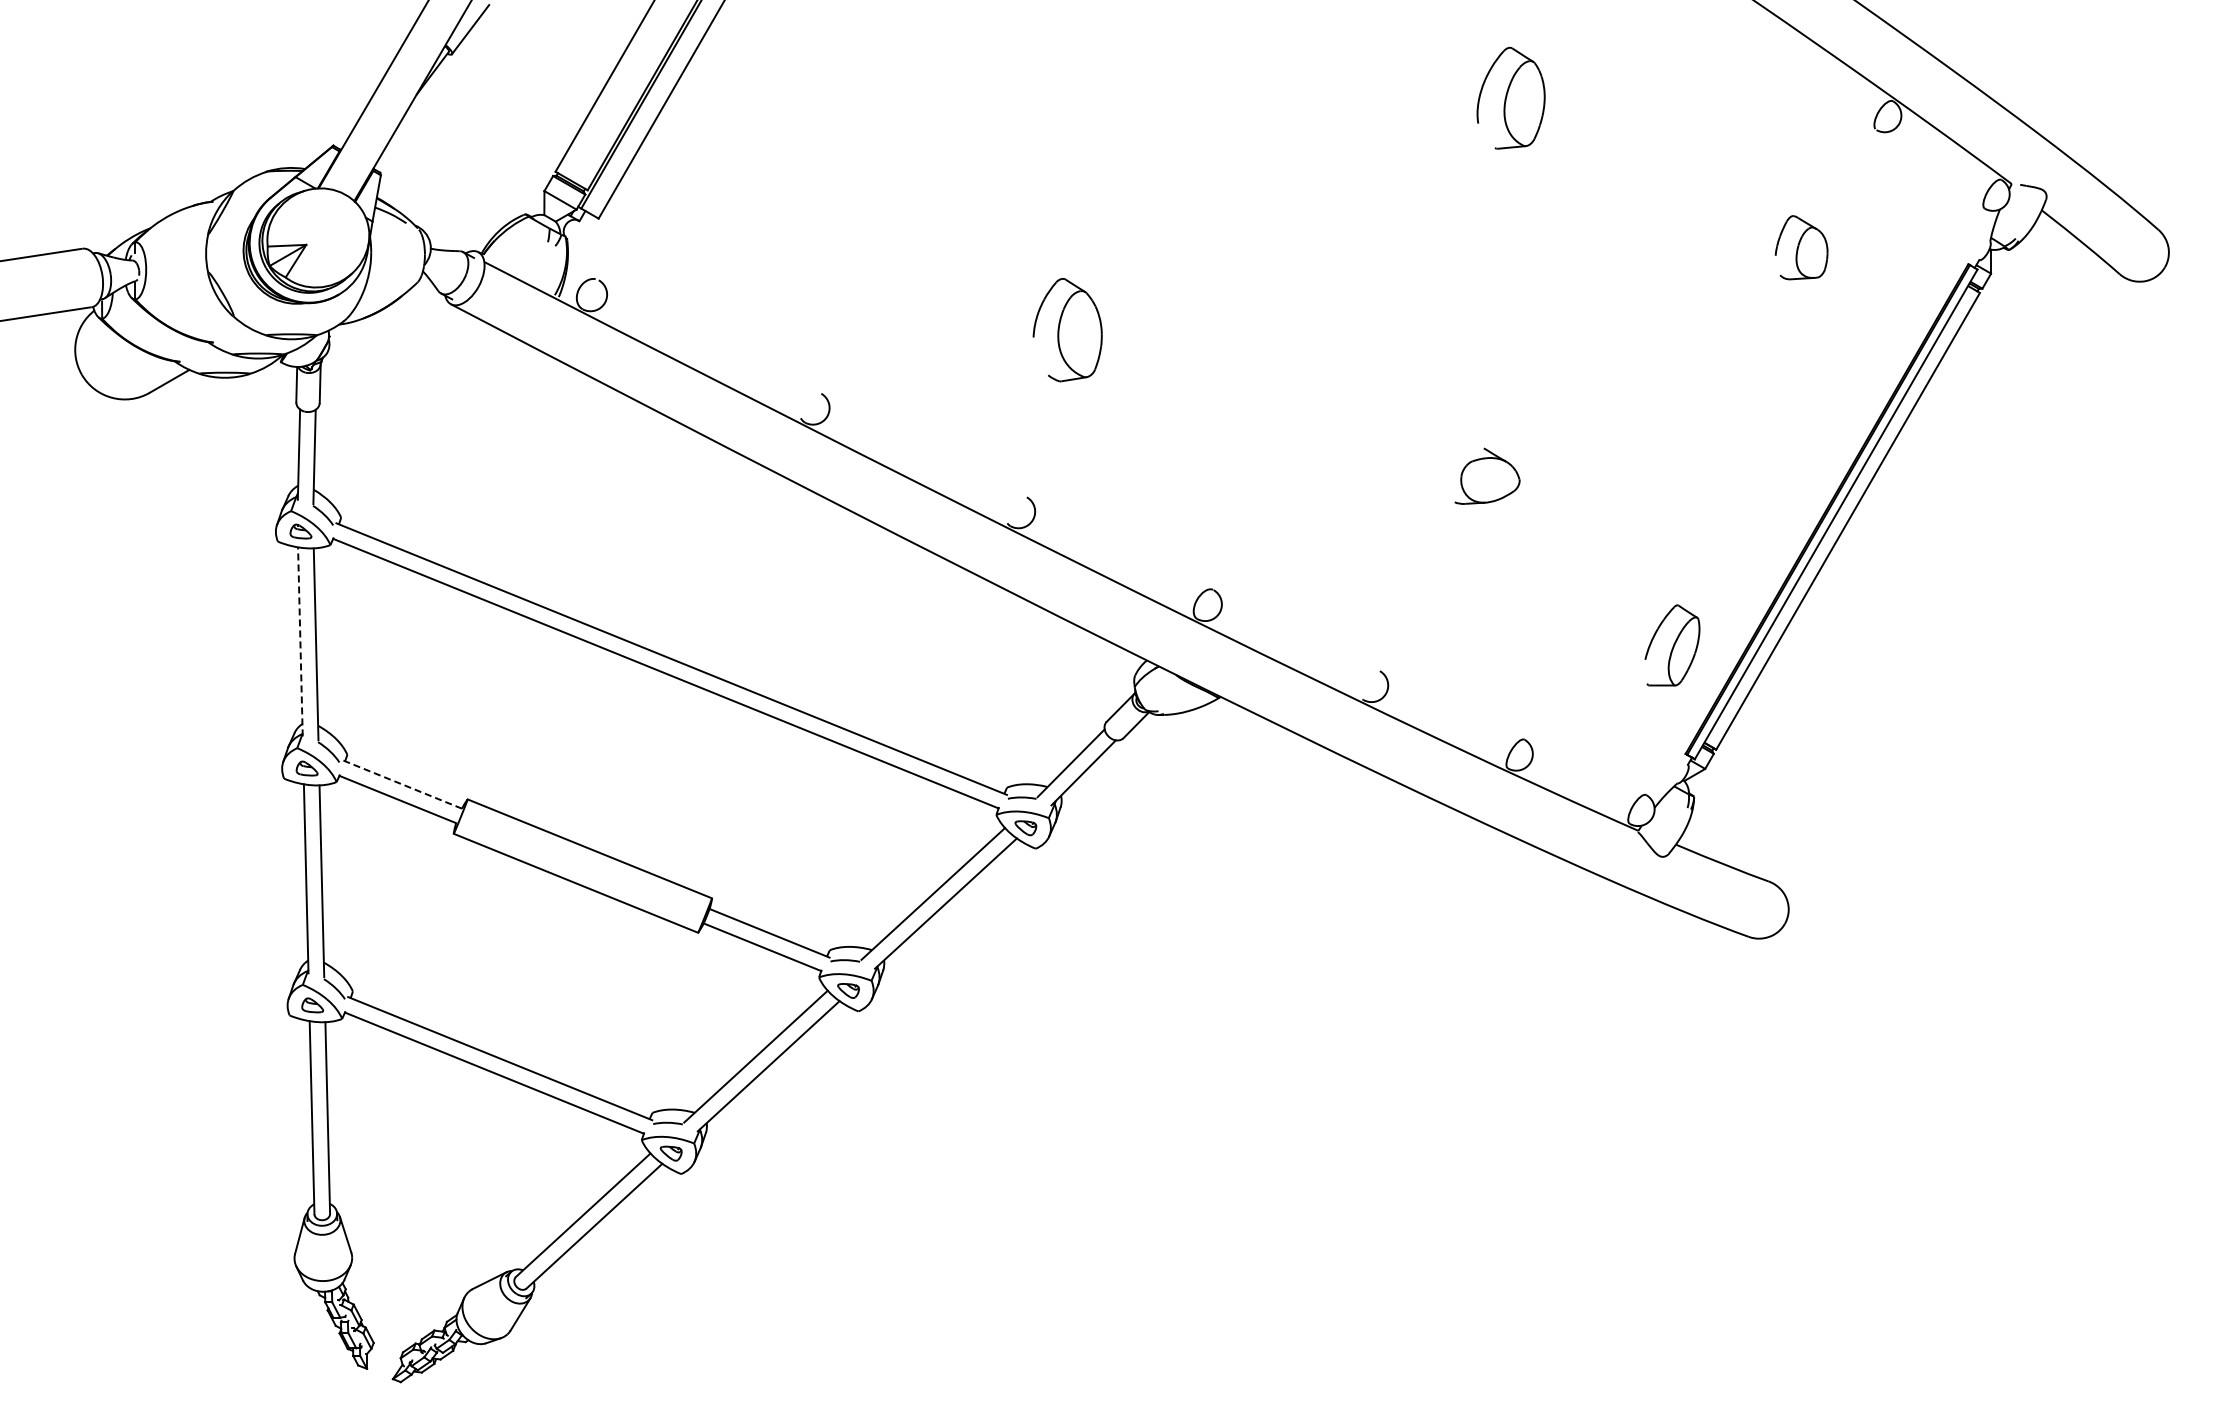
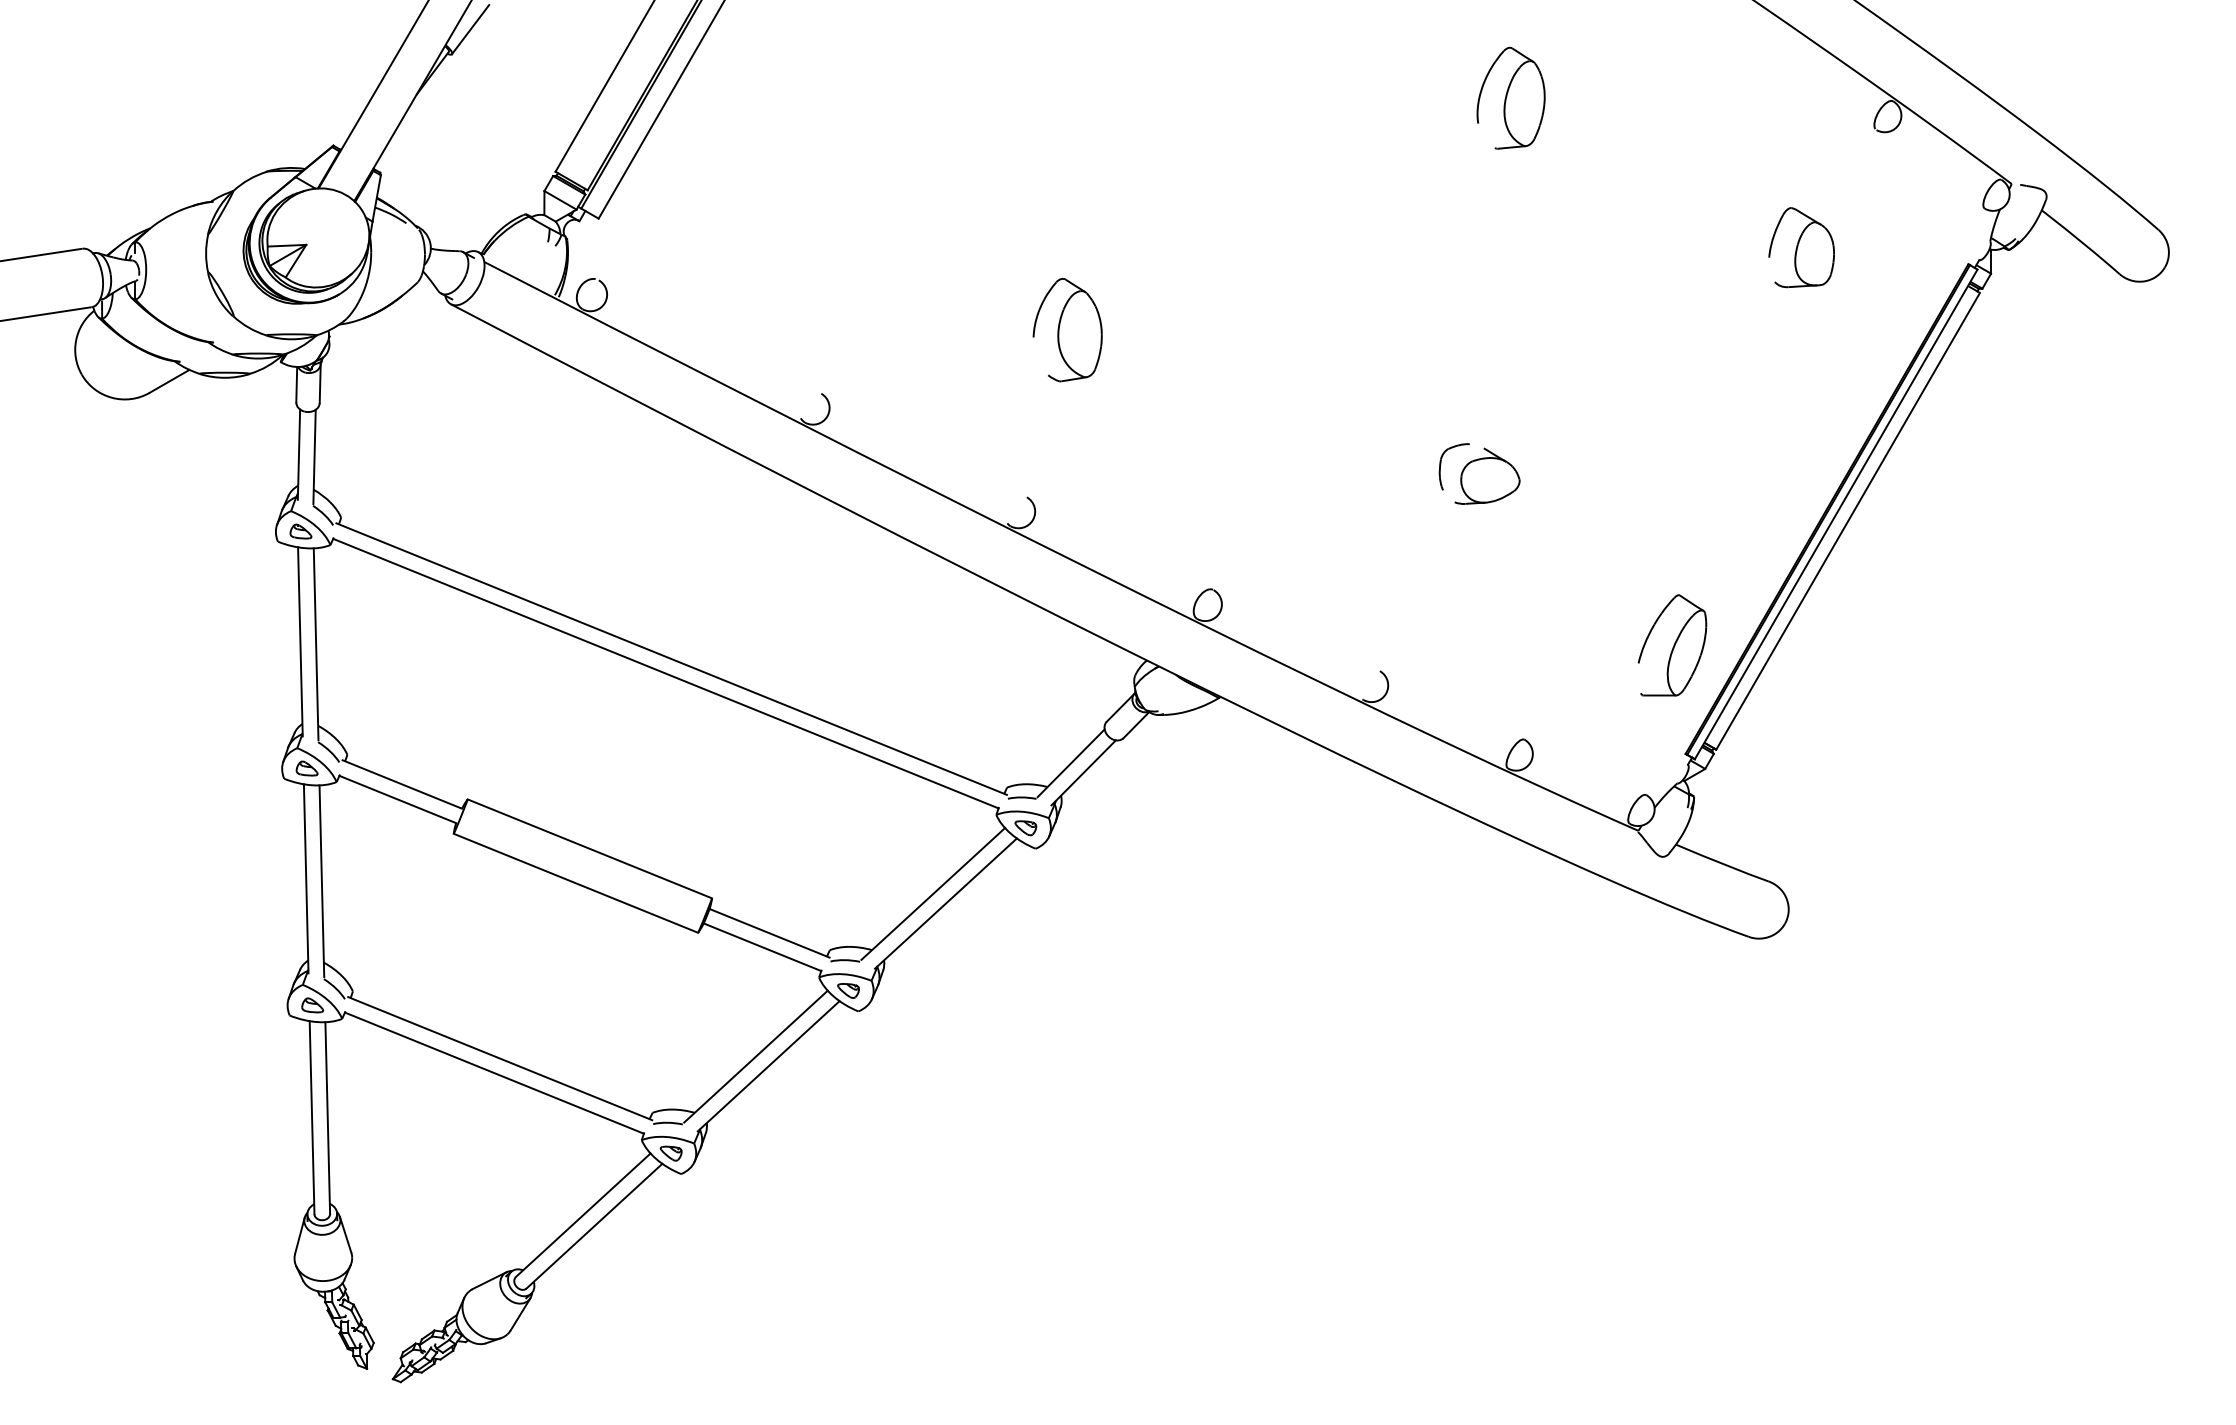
part at (1801, 247) size: 55x66 px -> 67x82 px
part at (1441, 464): none -> present
line at (300, 641): dashed -> solid
part at (1672, 645) size: 57x83 px -> 71x103 px
line at (401, 784): dashed -> solid
